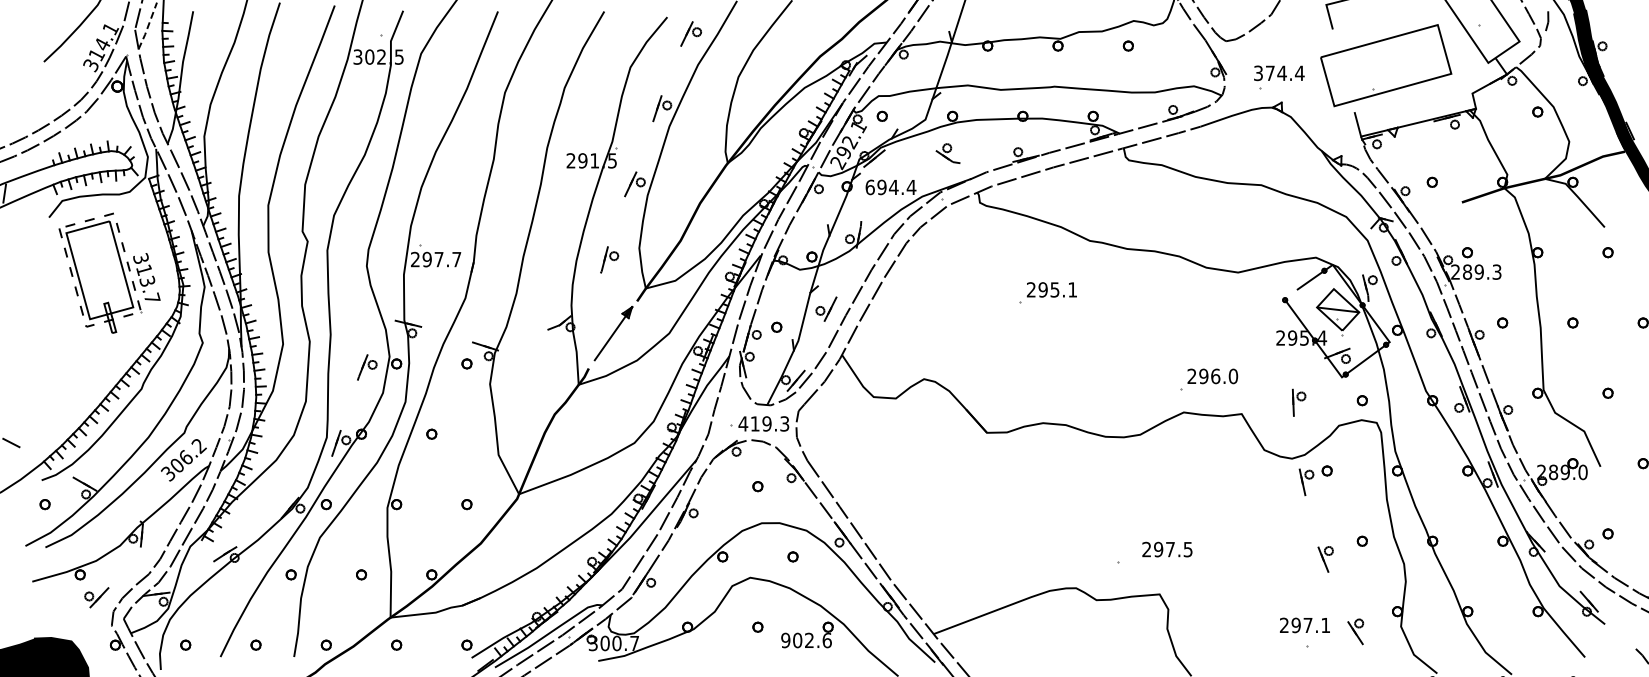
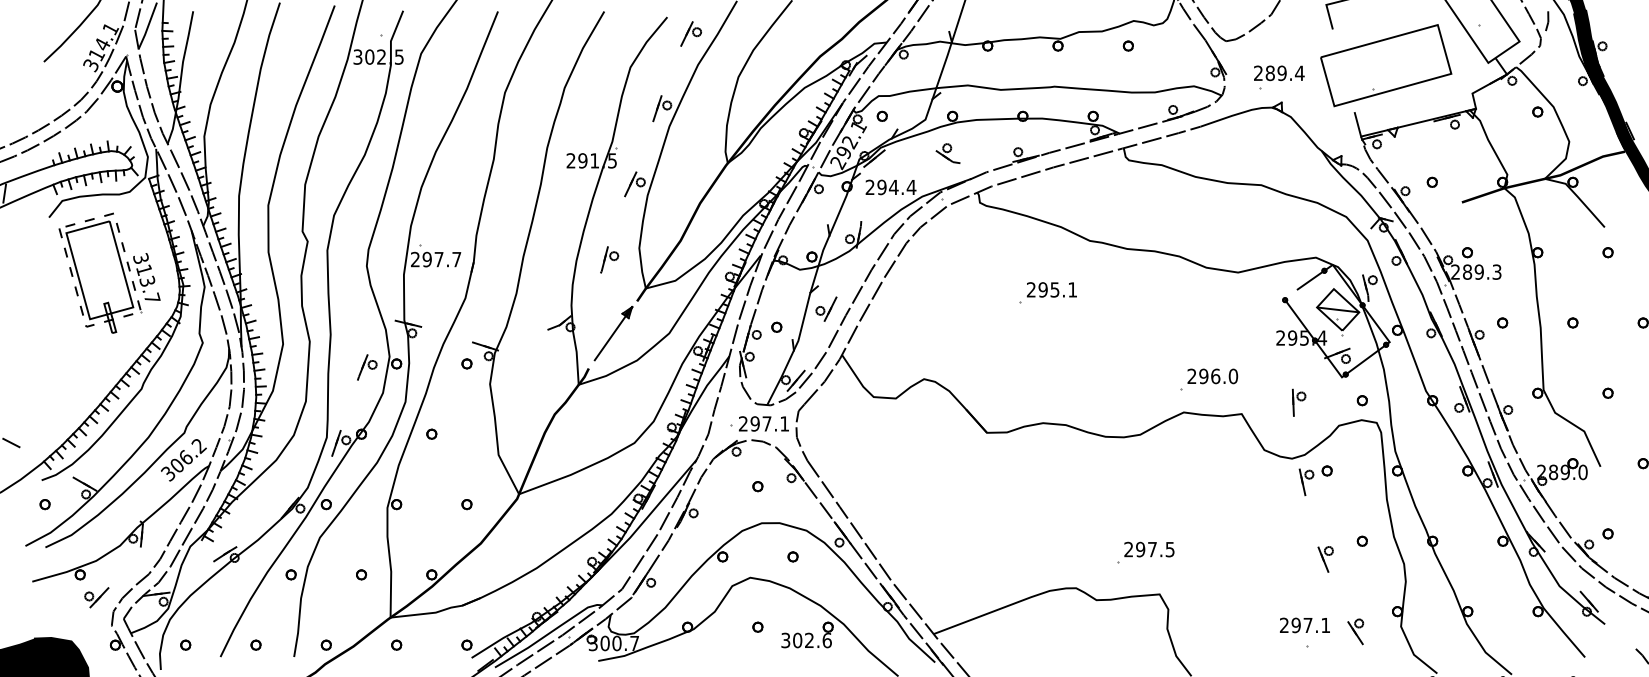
line at (148, 26): dashed -> solid
text at (1270, 73): 374.4 -> 289.4
text at (869, 187): 694.4 -> 294.4
text at (763, 423): 419.3 -> 297.1
text at (1167, 549) position: (1167, 549) -> (1149, 549)
text at (785, 640): 902.6 -> 302.6
